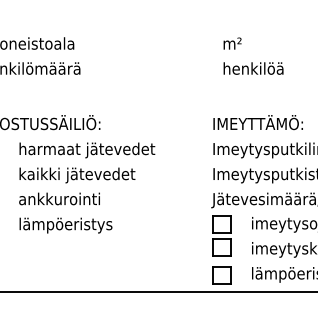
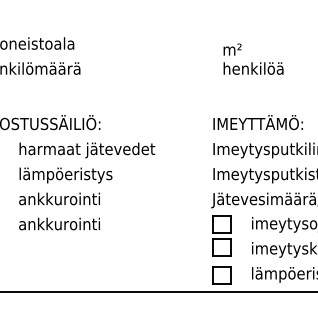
text at (232, 43) position: (232, 43) -> (232, 49)
text at (78, 175): kaikki jätevedet -> lämpöeristys
text at (65, 225): lämpöeristys -> ankkurointi
